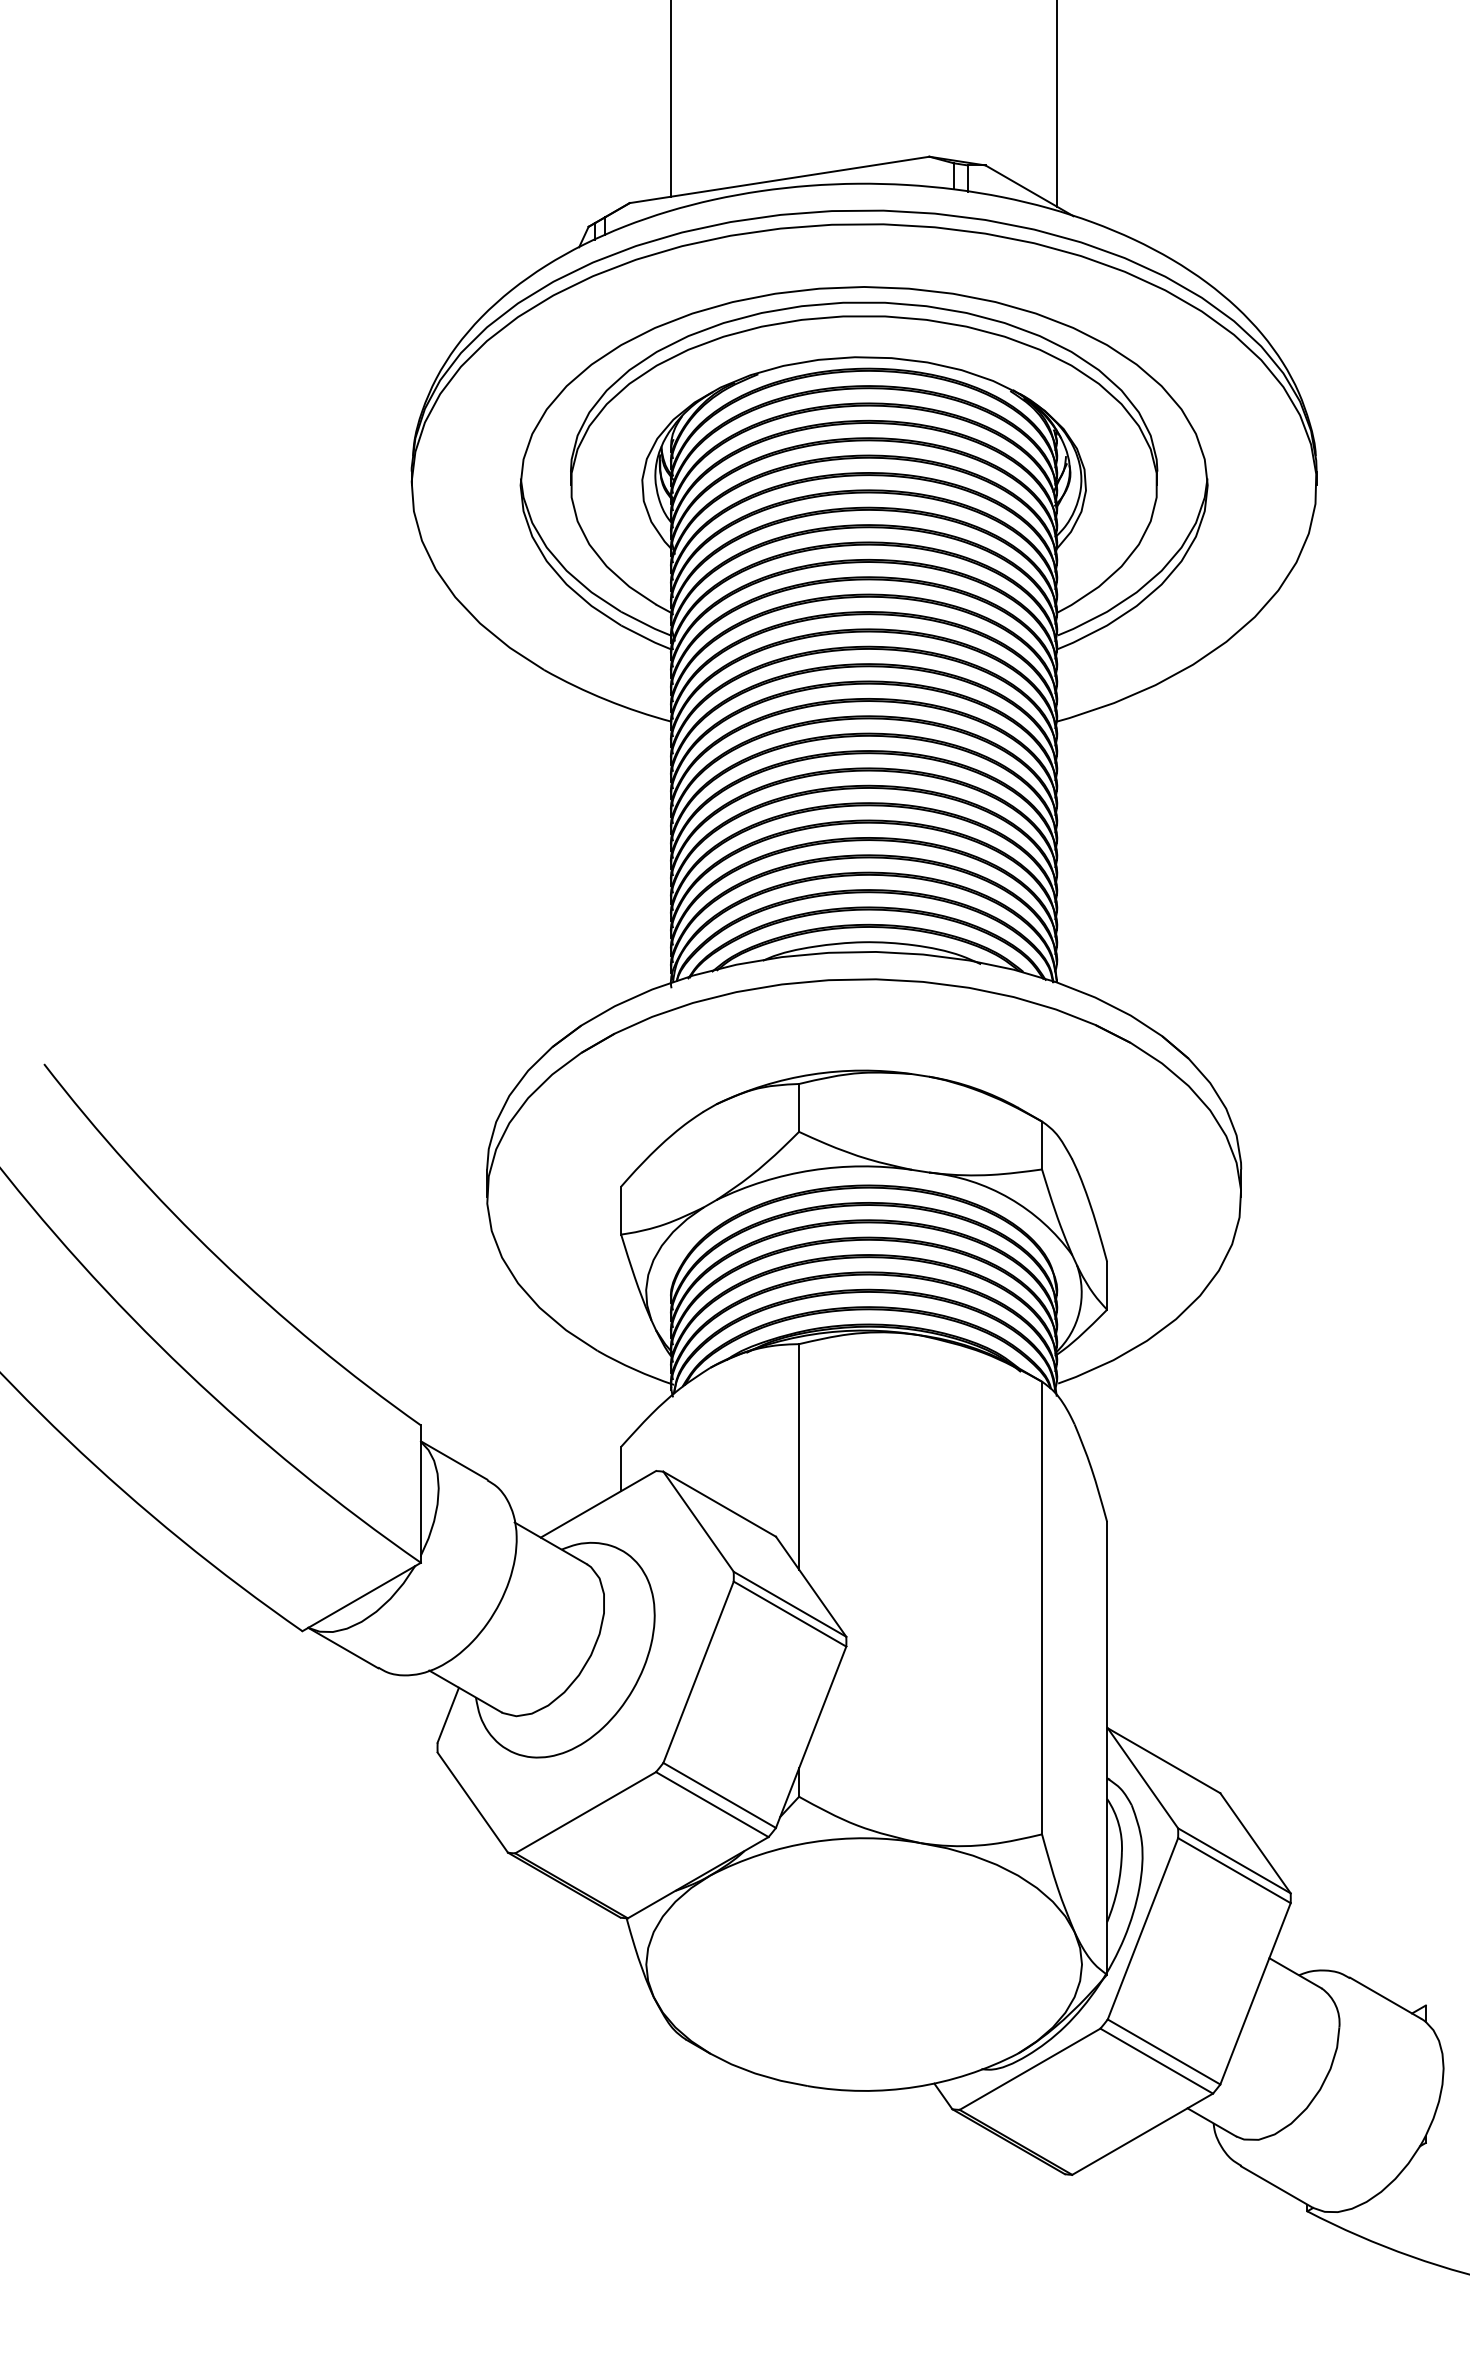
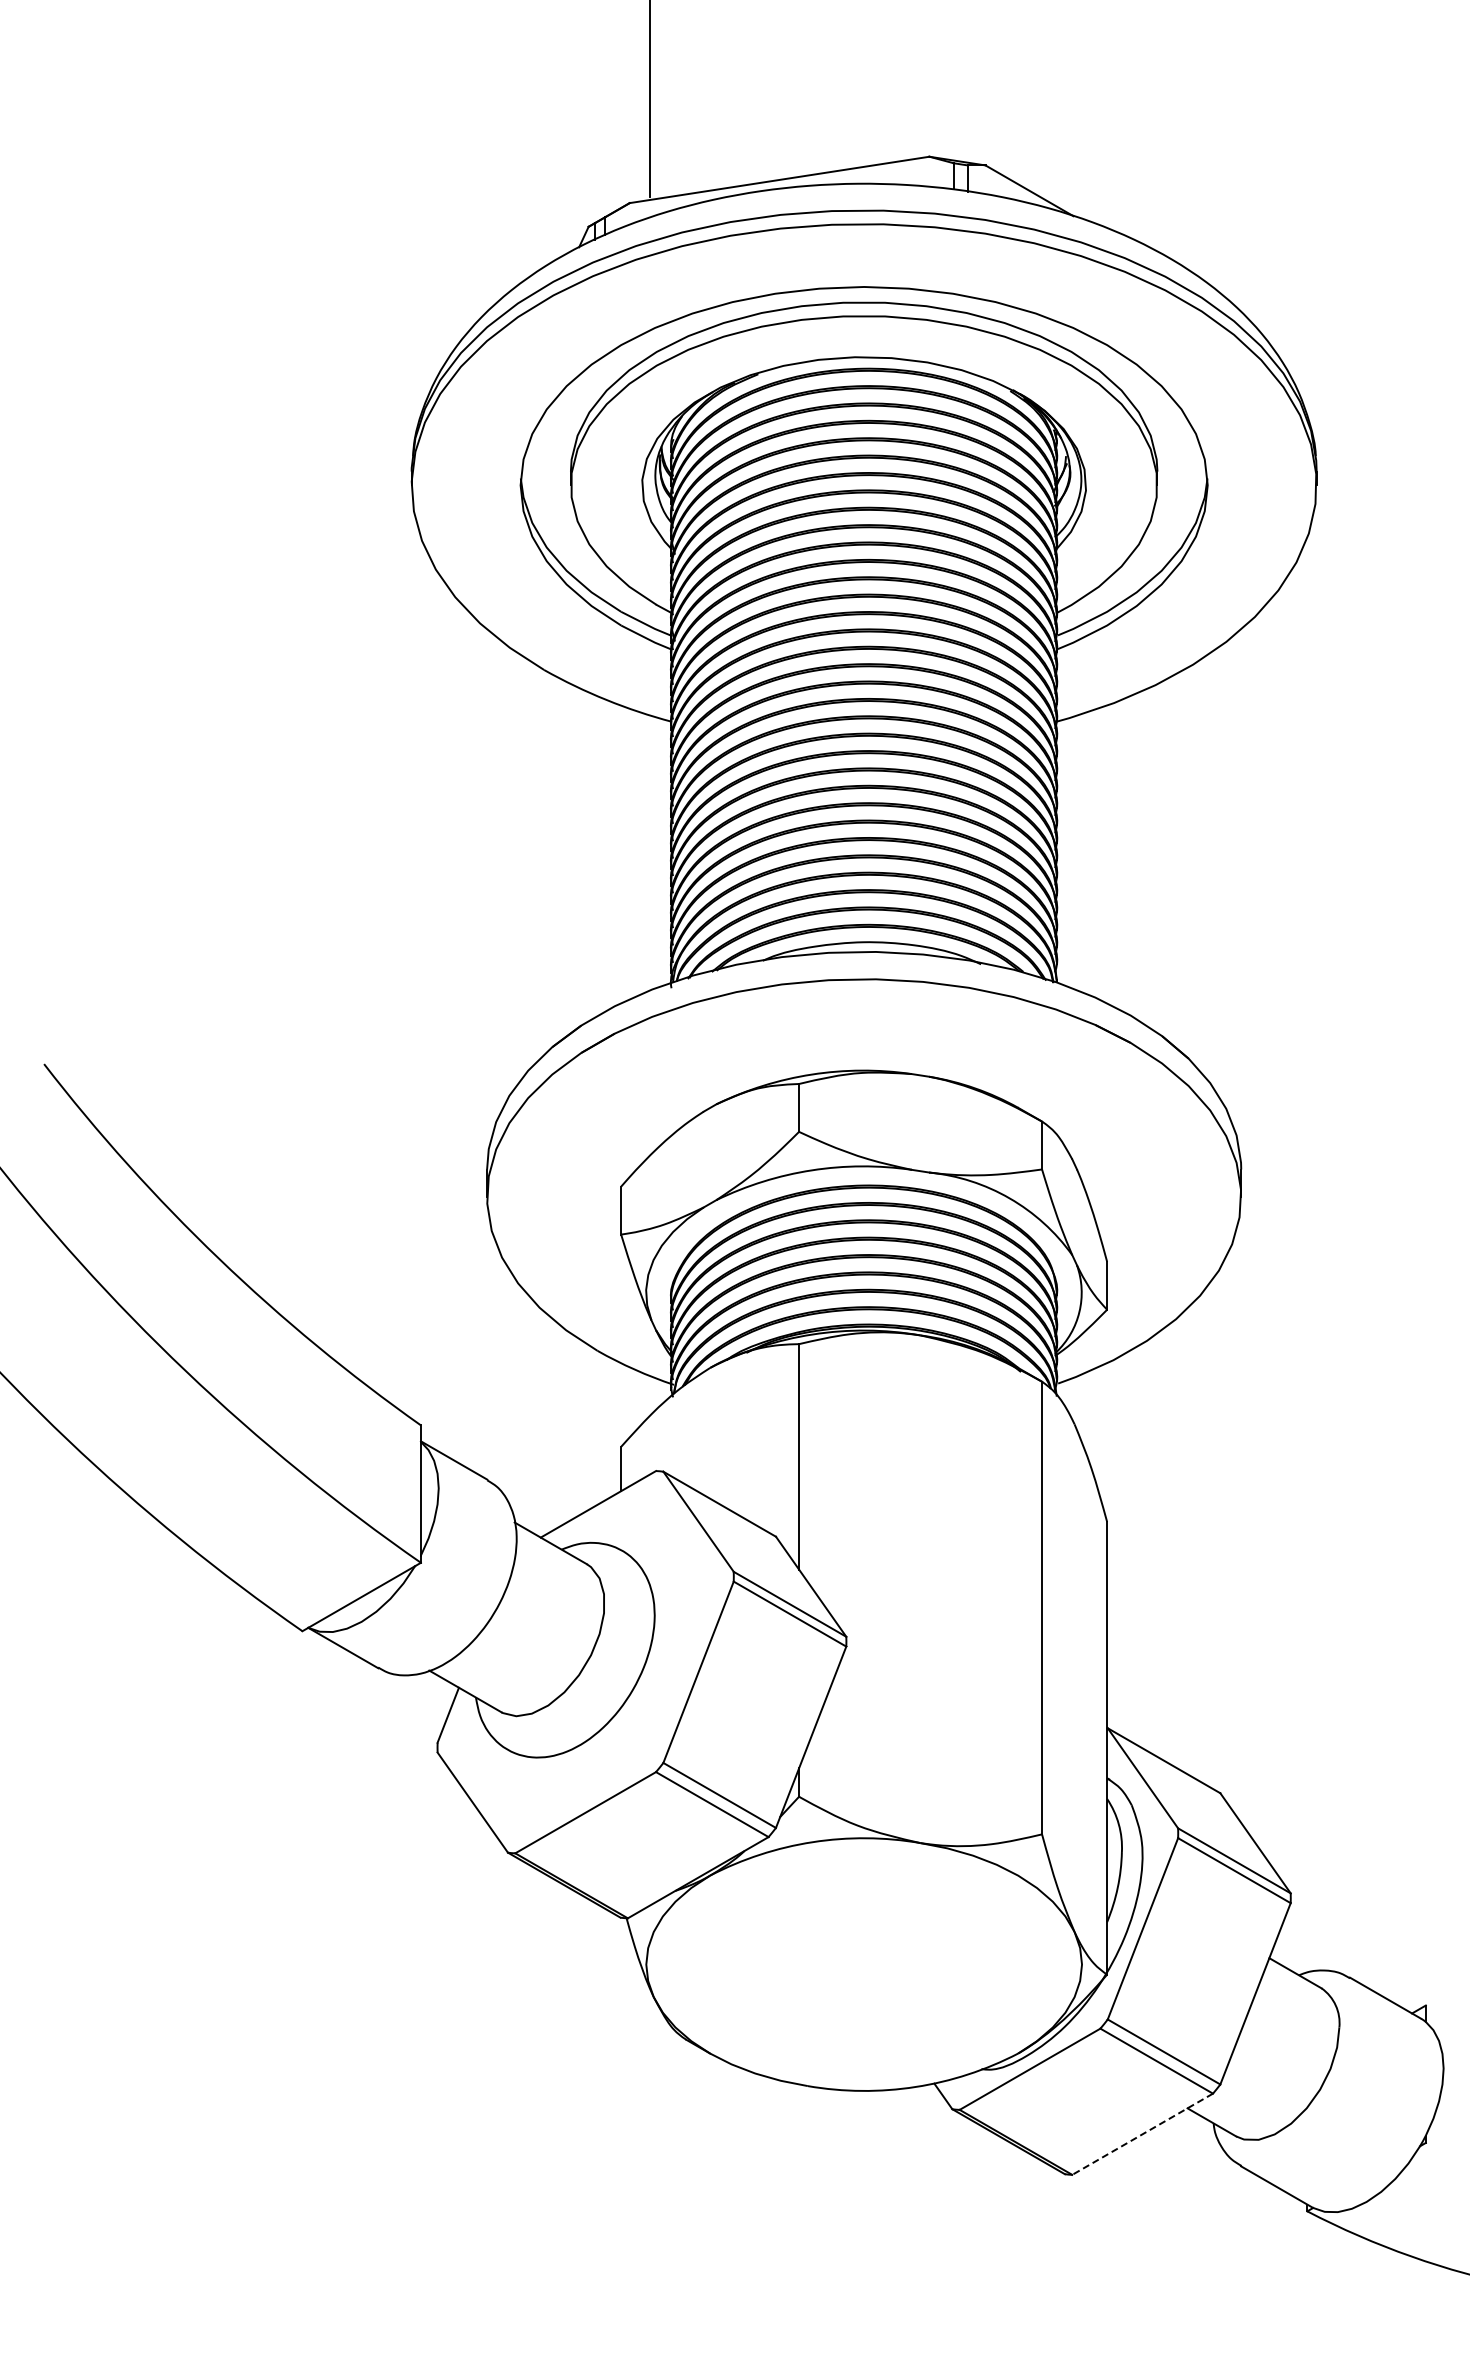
line at (671, 99) position: (671, 99) -> (650, 99)
line at (1056, 104): present -> none
line at (1142, 2134): solid -> dashed
